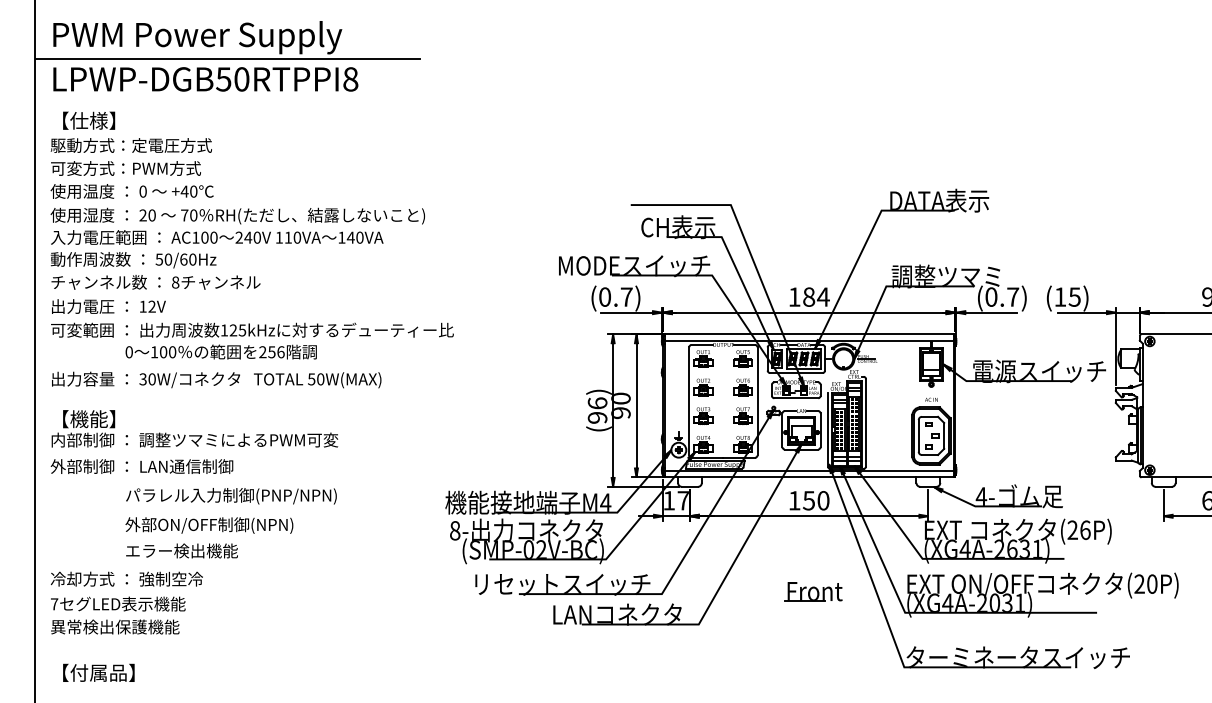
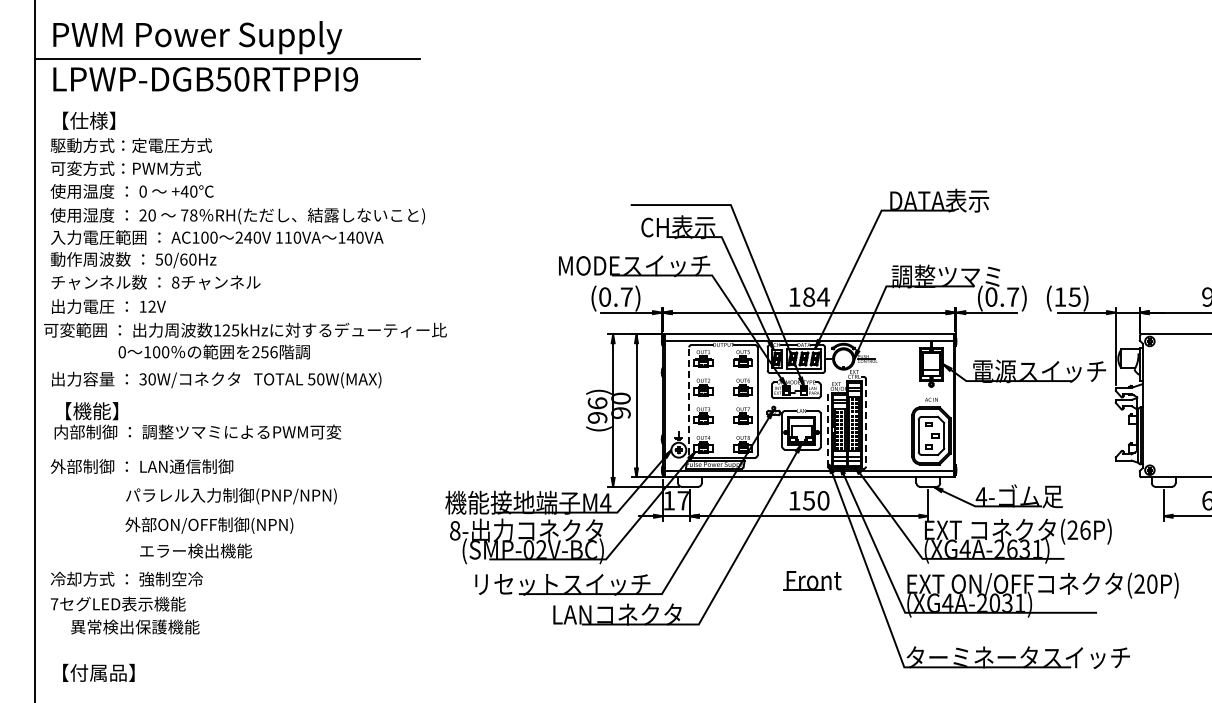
text at (350, 79): LPWP-DGB50RTPPI8 -> LPWP-DGB50RTPPI9
text at (193, 215): 70 -> 78
text at (252, 340) position: (252, 340) -> (245, 340)
line at (689, 400): solid -> dashed
line at (866, 422): solid -> dashed
text at (194, 428) position: (194, 428) -> (197, 420)
line at (827, 429): solid -> dashed
text at (181, 550) position: (181, 550) -> (195, 550)
part at (813, 591) position: (813, 591) -> (812, 580)
text at (115, 626) position: (115, 626) -> (135, 626)
